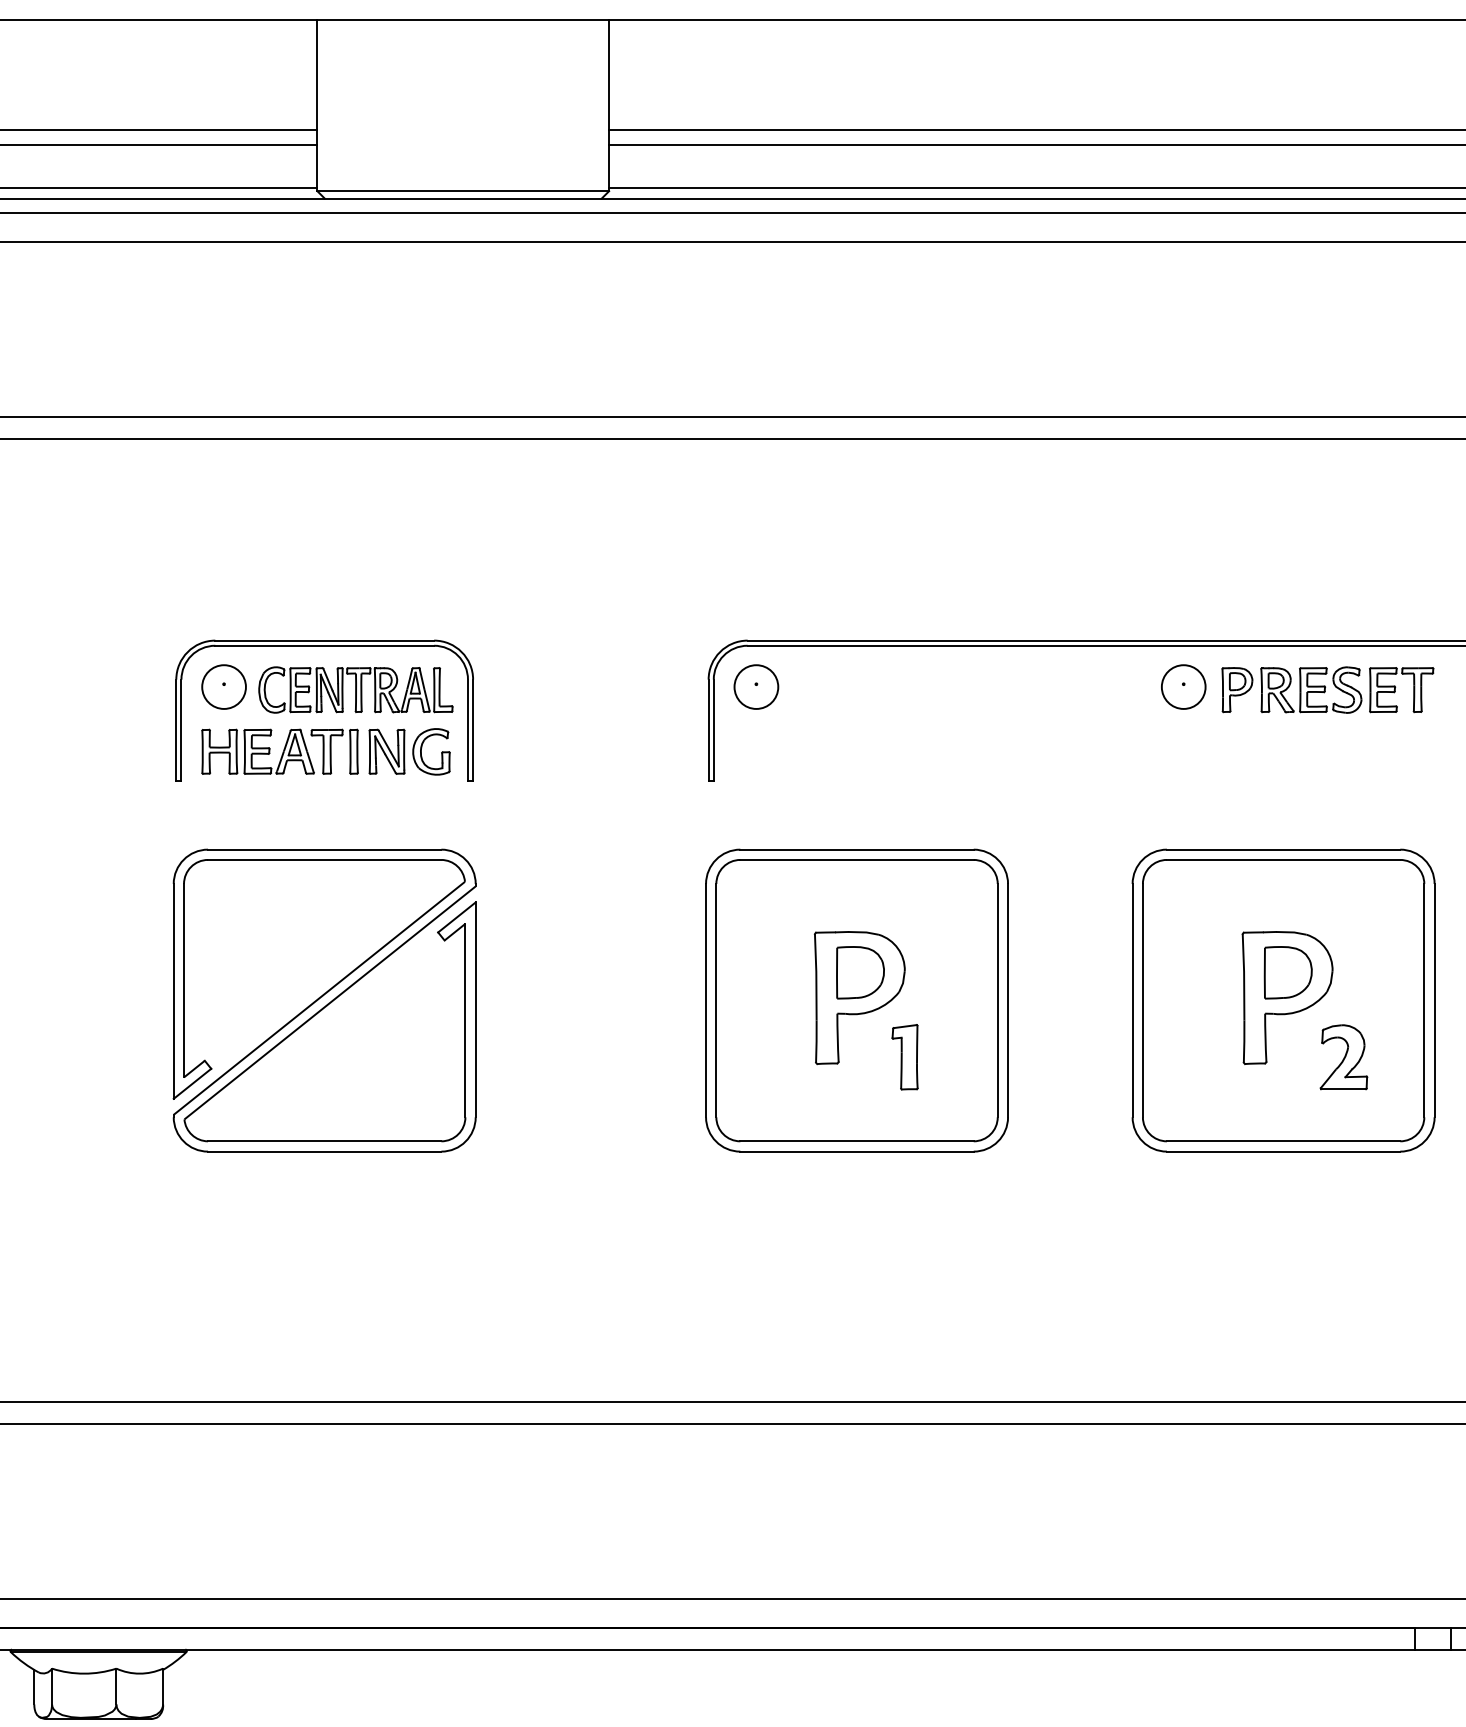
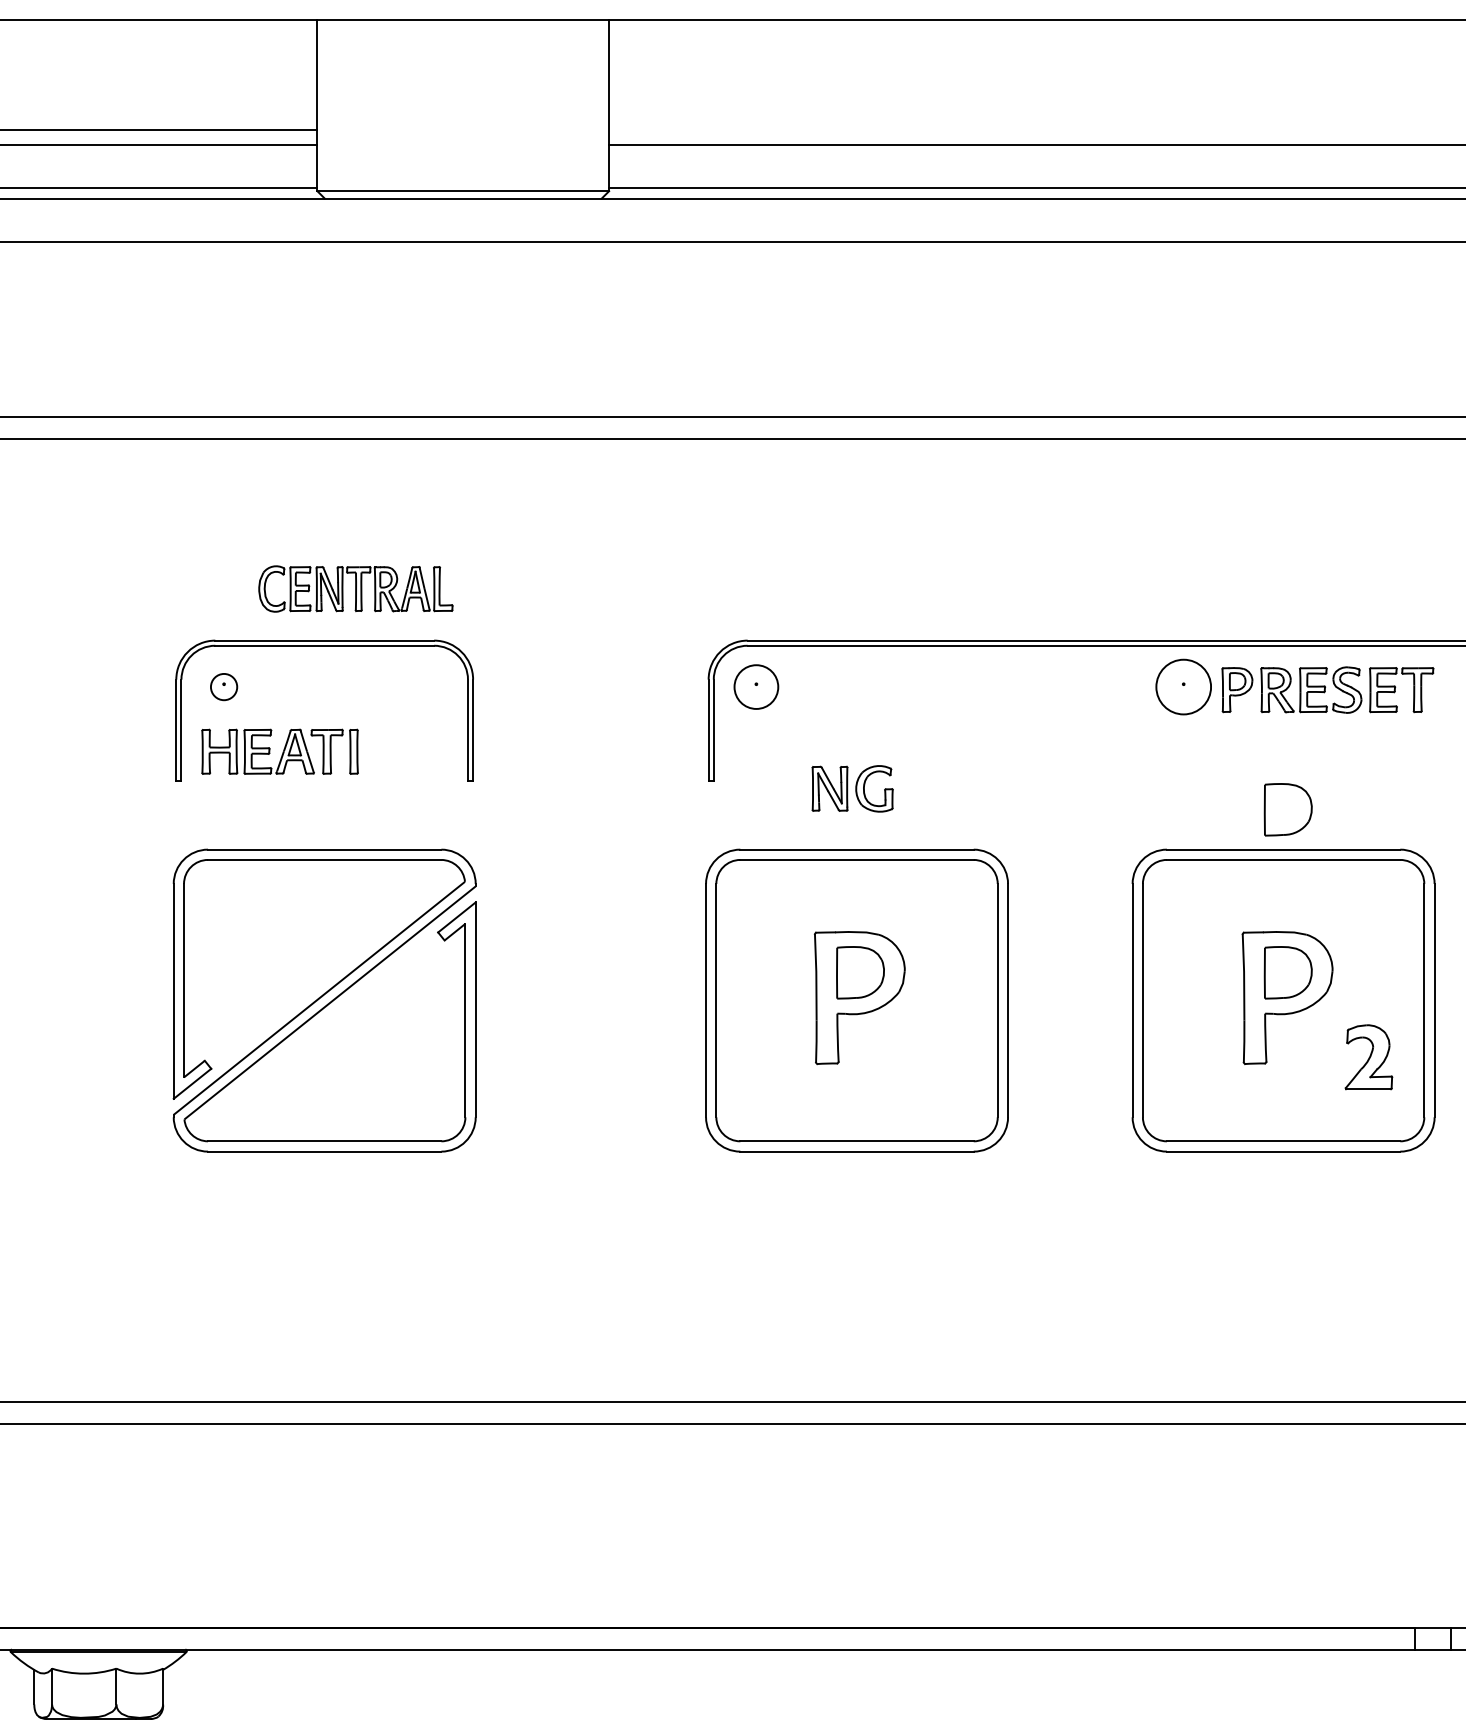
line at (1035, 129): present -> none
line at (732, 213): present -> none
circle at (223, 686) diameter: 44 px -> 26 px
circle at (1183, 686) diameter: 44 px -> 55 px
part at (355, 689) position: (355, 689) -> (355, 588)
part at (409, 751) position: (409, 751) -> (852, 788)
part at (1287, 809): none -> present
part at (904, 1057): present -> none
part at (1343, 1057) position: (1343, 1057) -> (1368, 1057)
line at (732, 1598): present -> none
